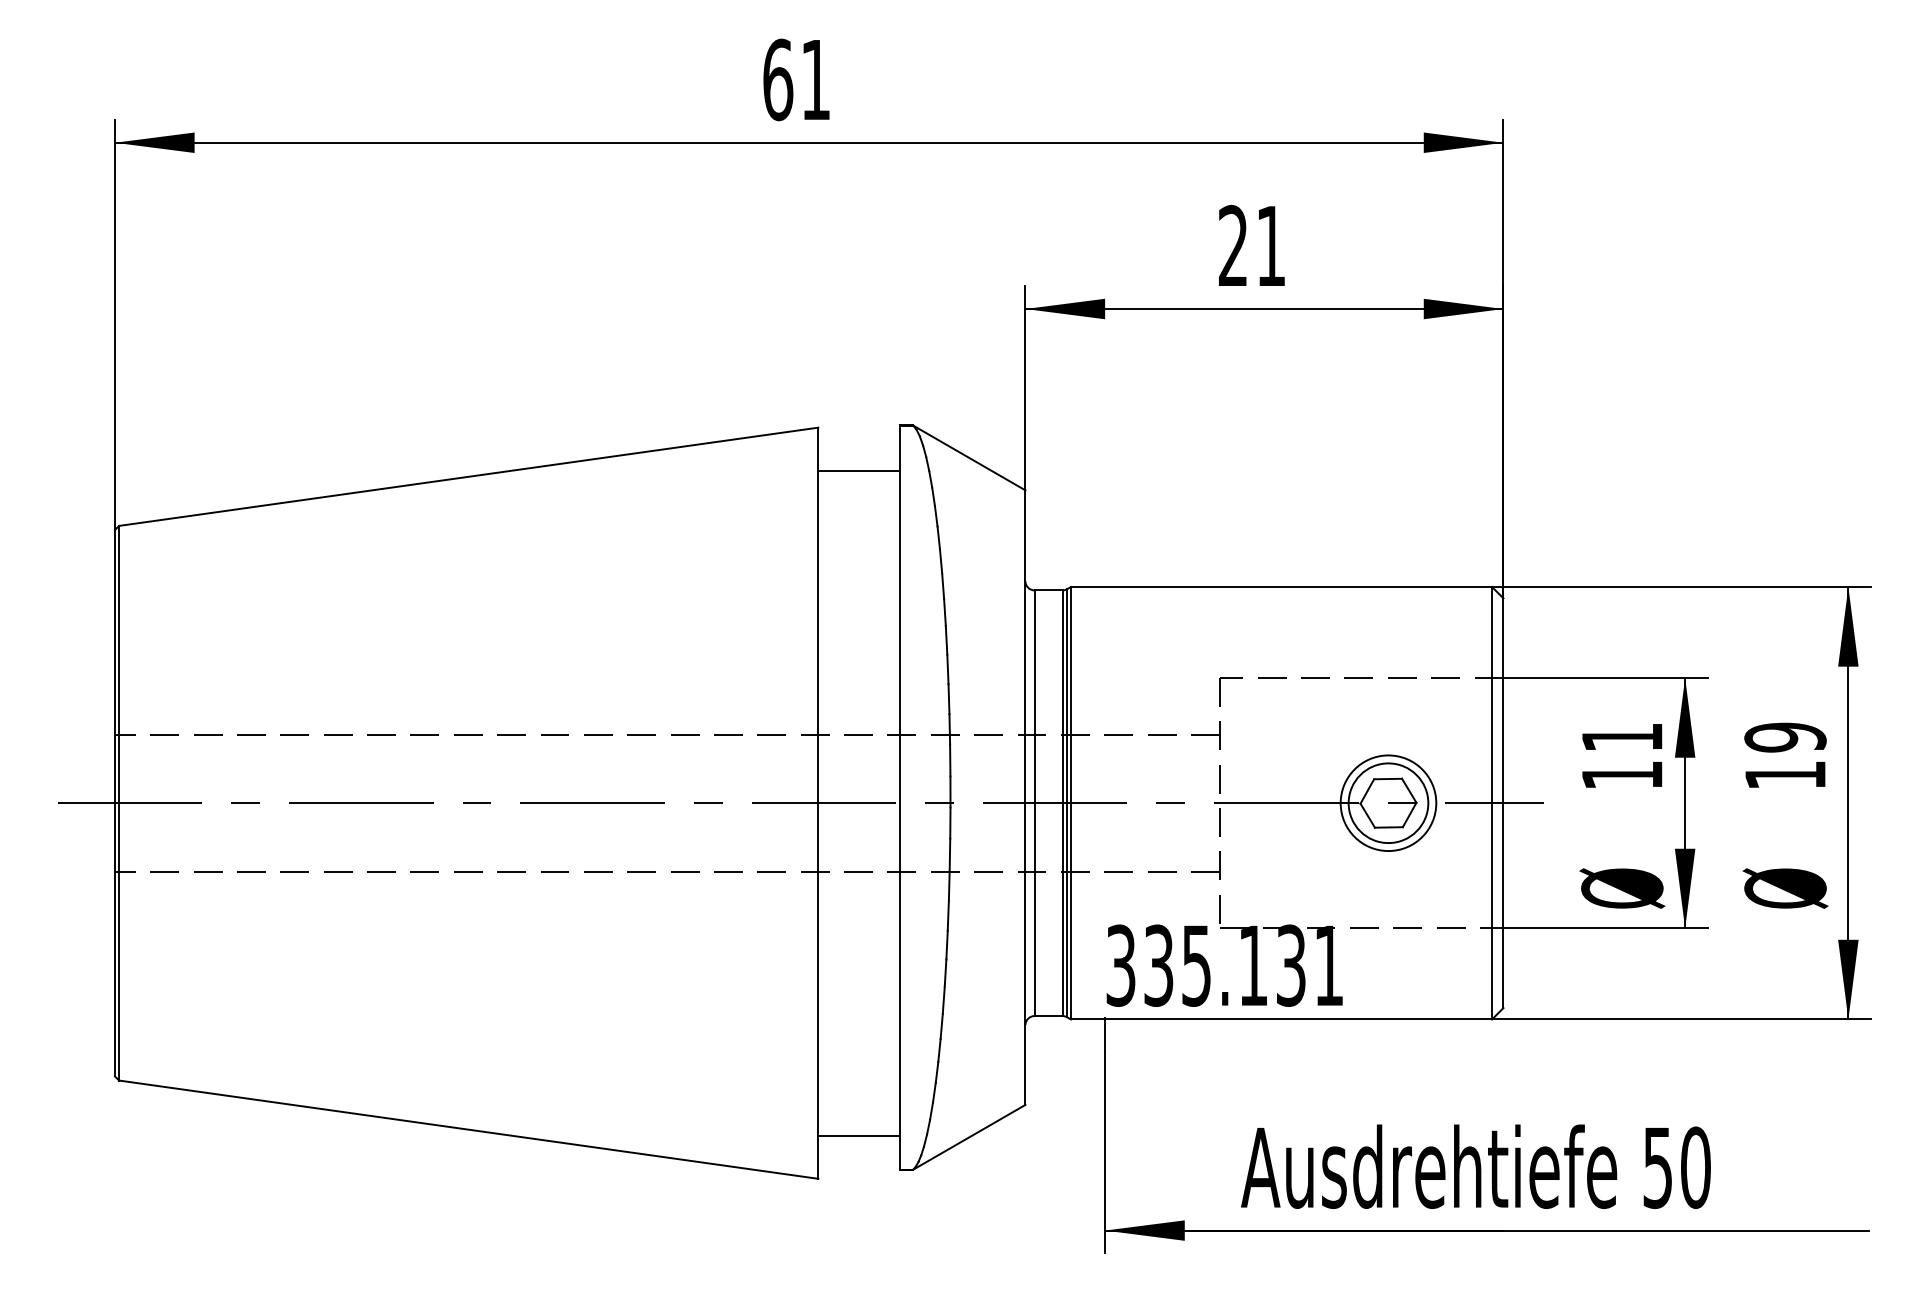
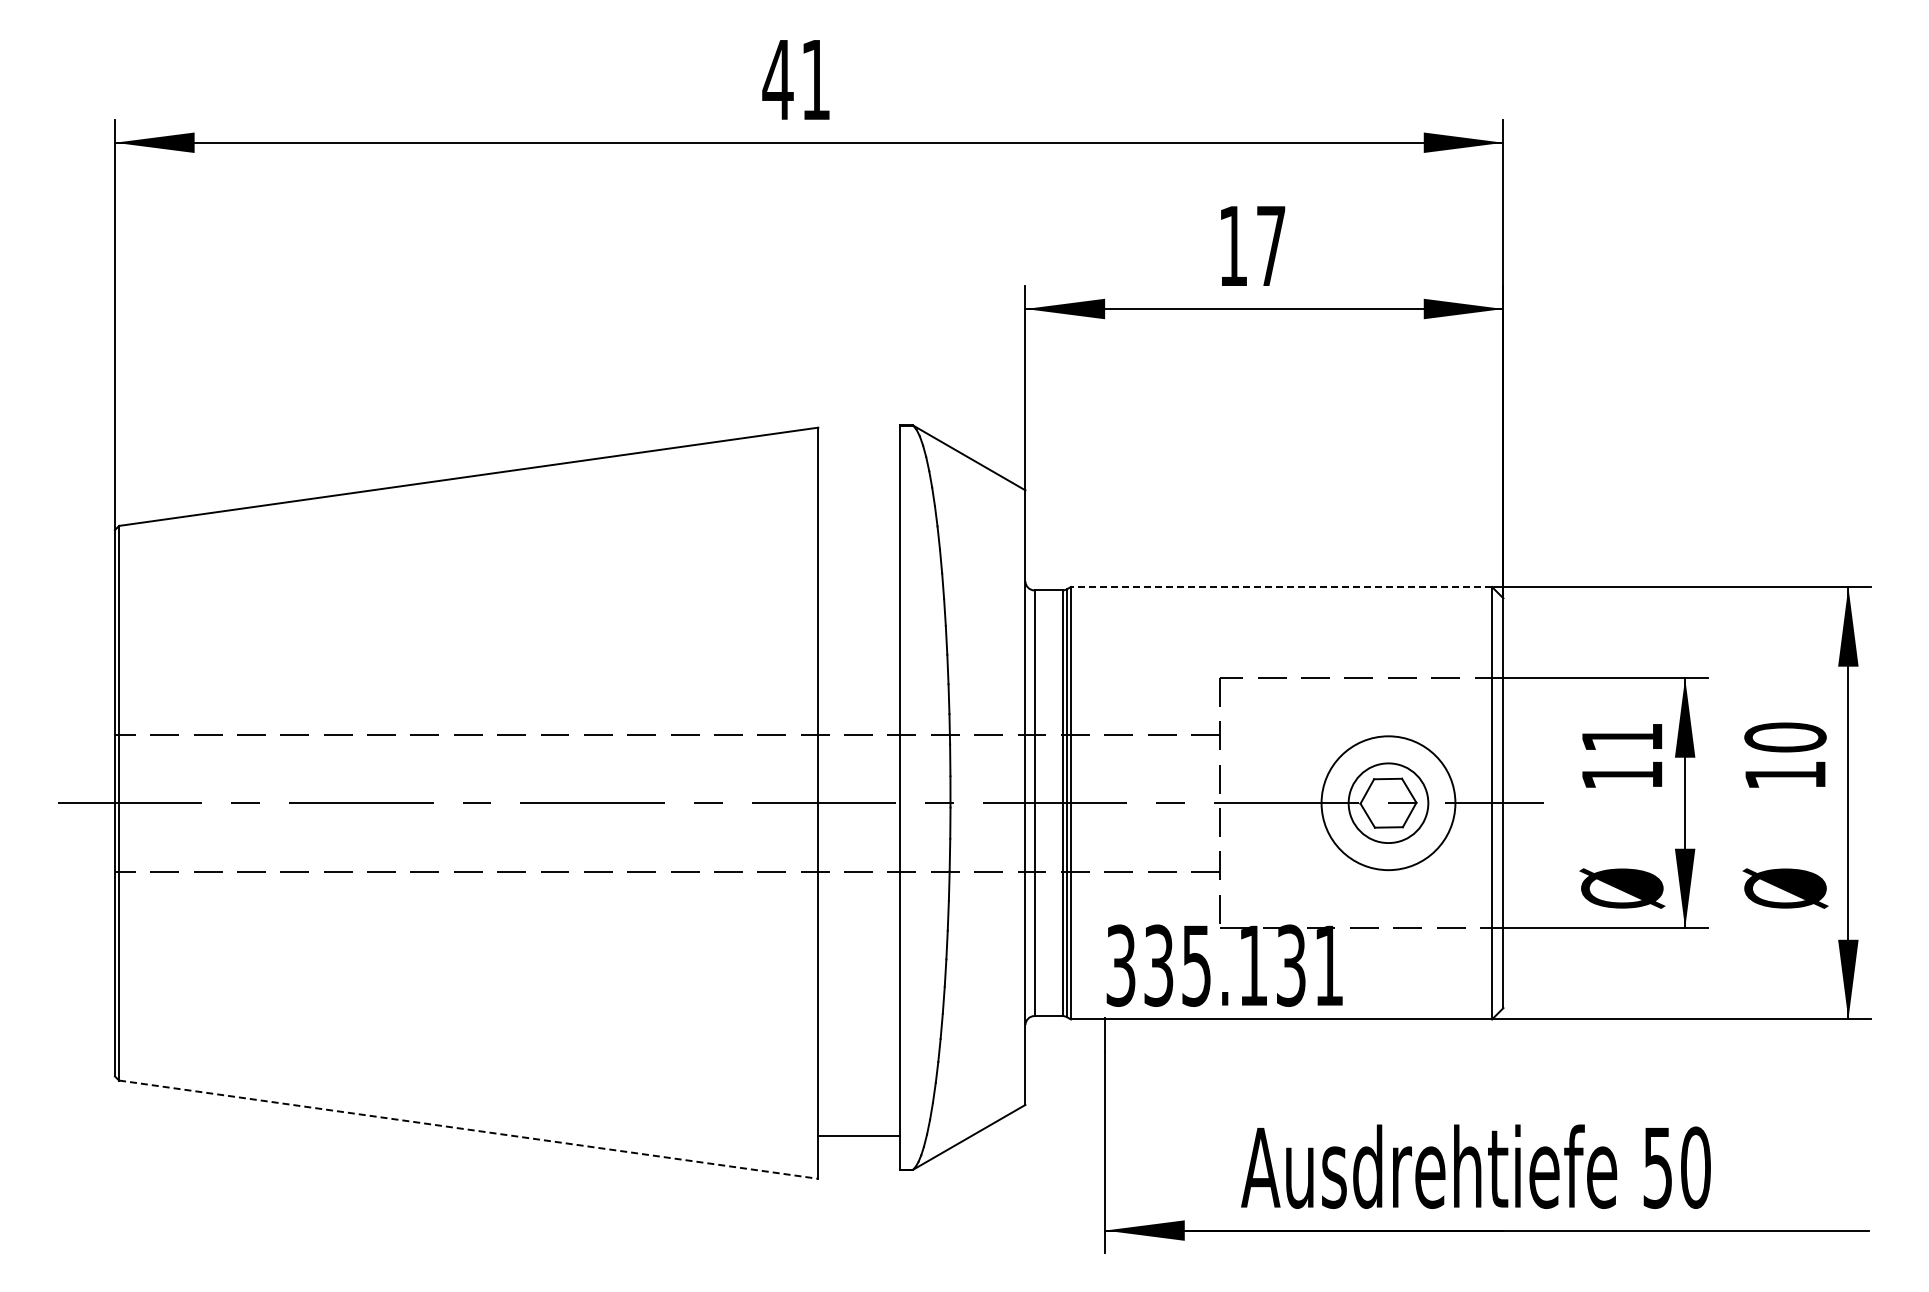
text at (777, 79): 61 -> 41
text at (1252, 244): 21 -> 17
line at (859, 470): present -> none
line at (1281, 587): solid -> dashed
text at (1785, 737): 19 -> 10
circle at (1388, 803) diameter: 96 px -> 134 px
line at (469, 1129): solid -> dashed
